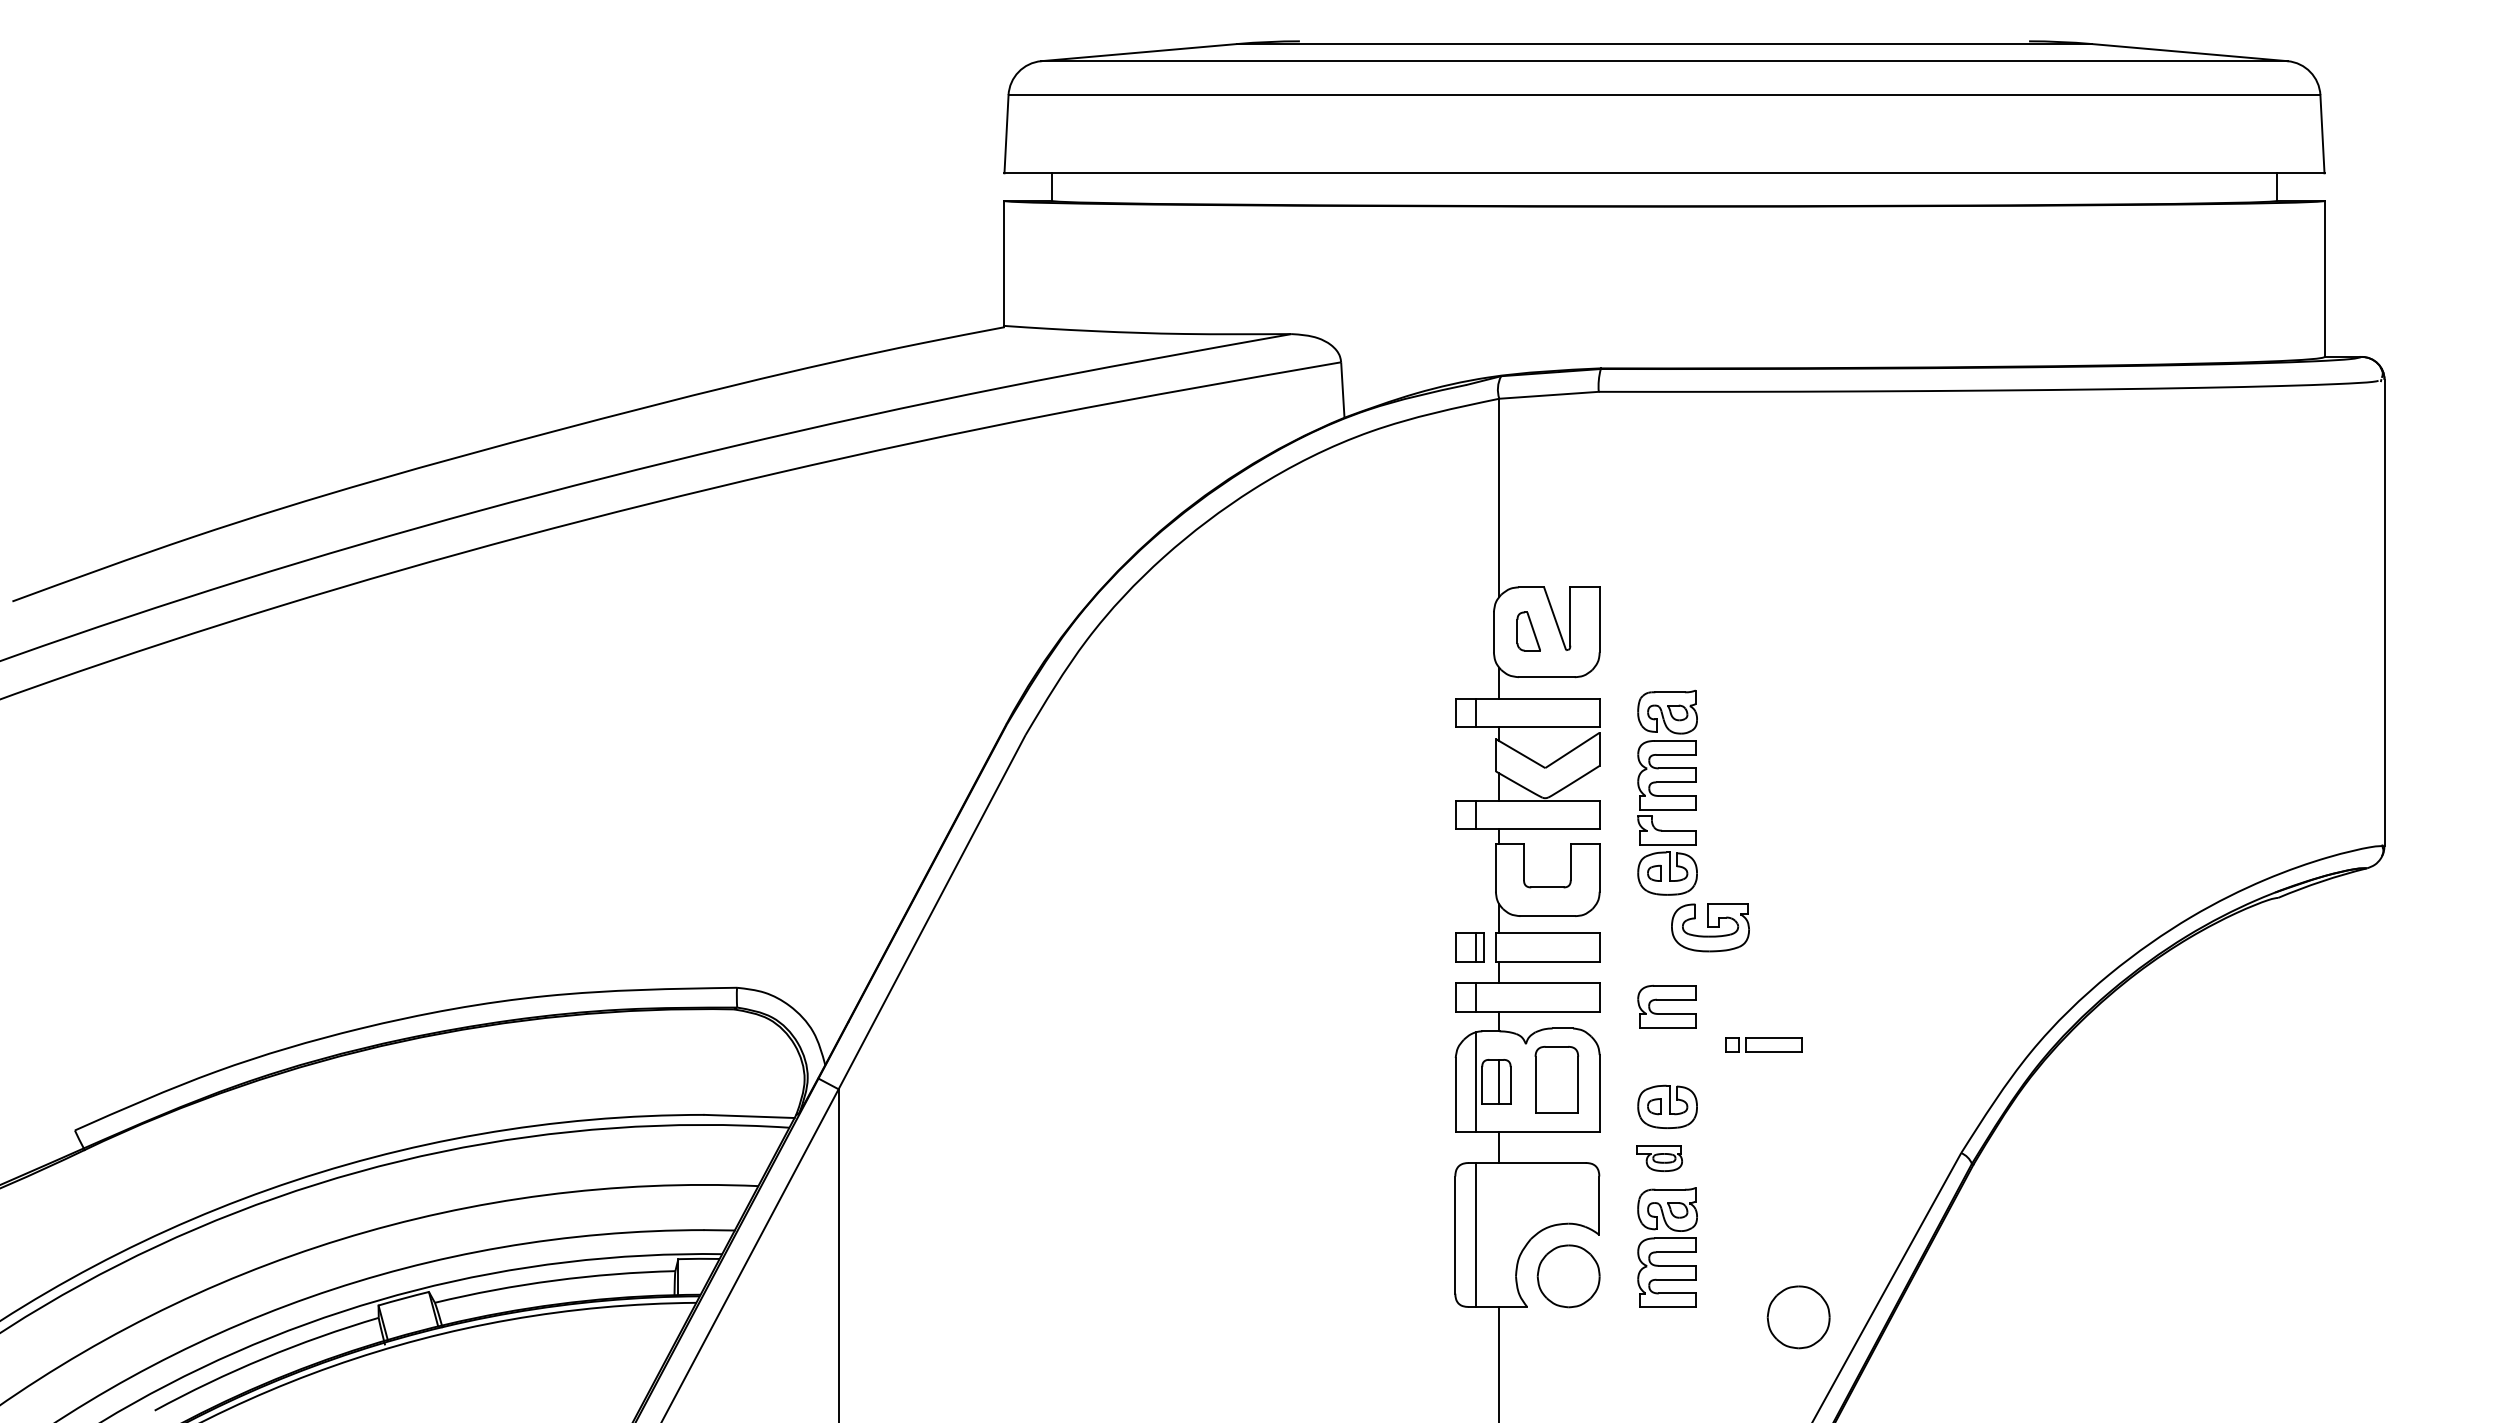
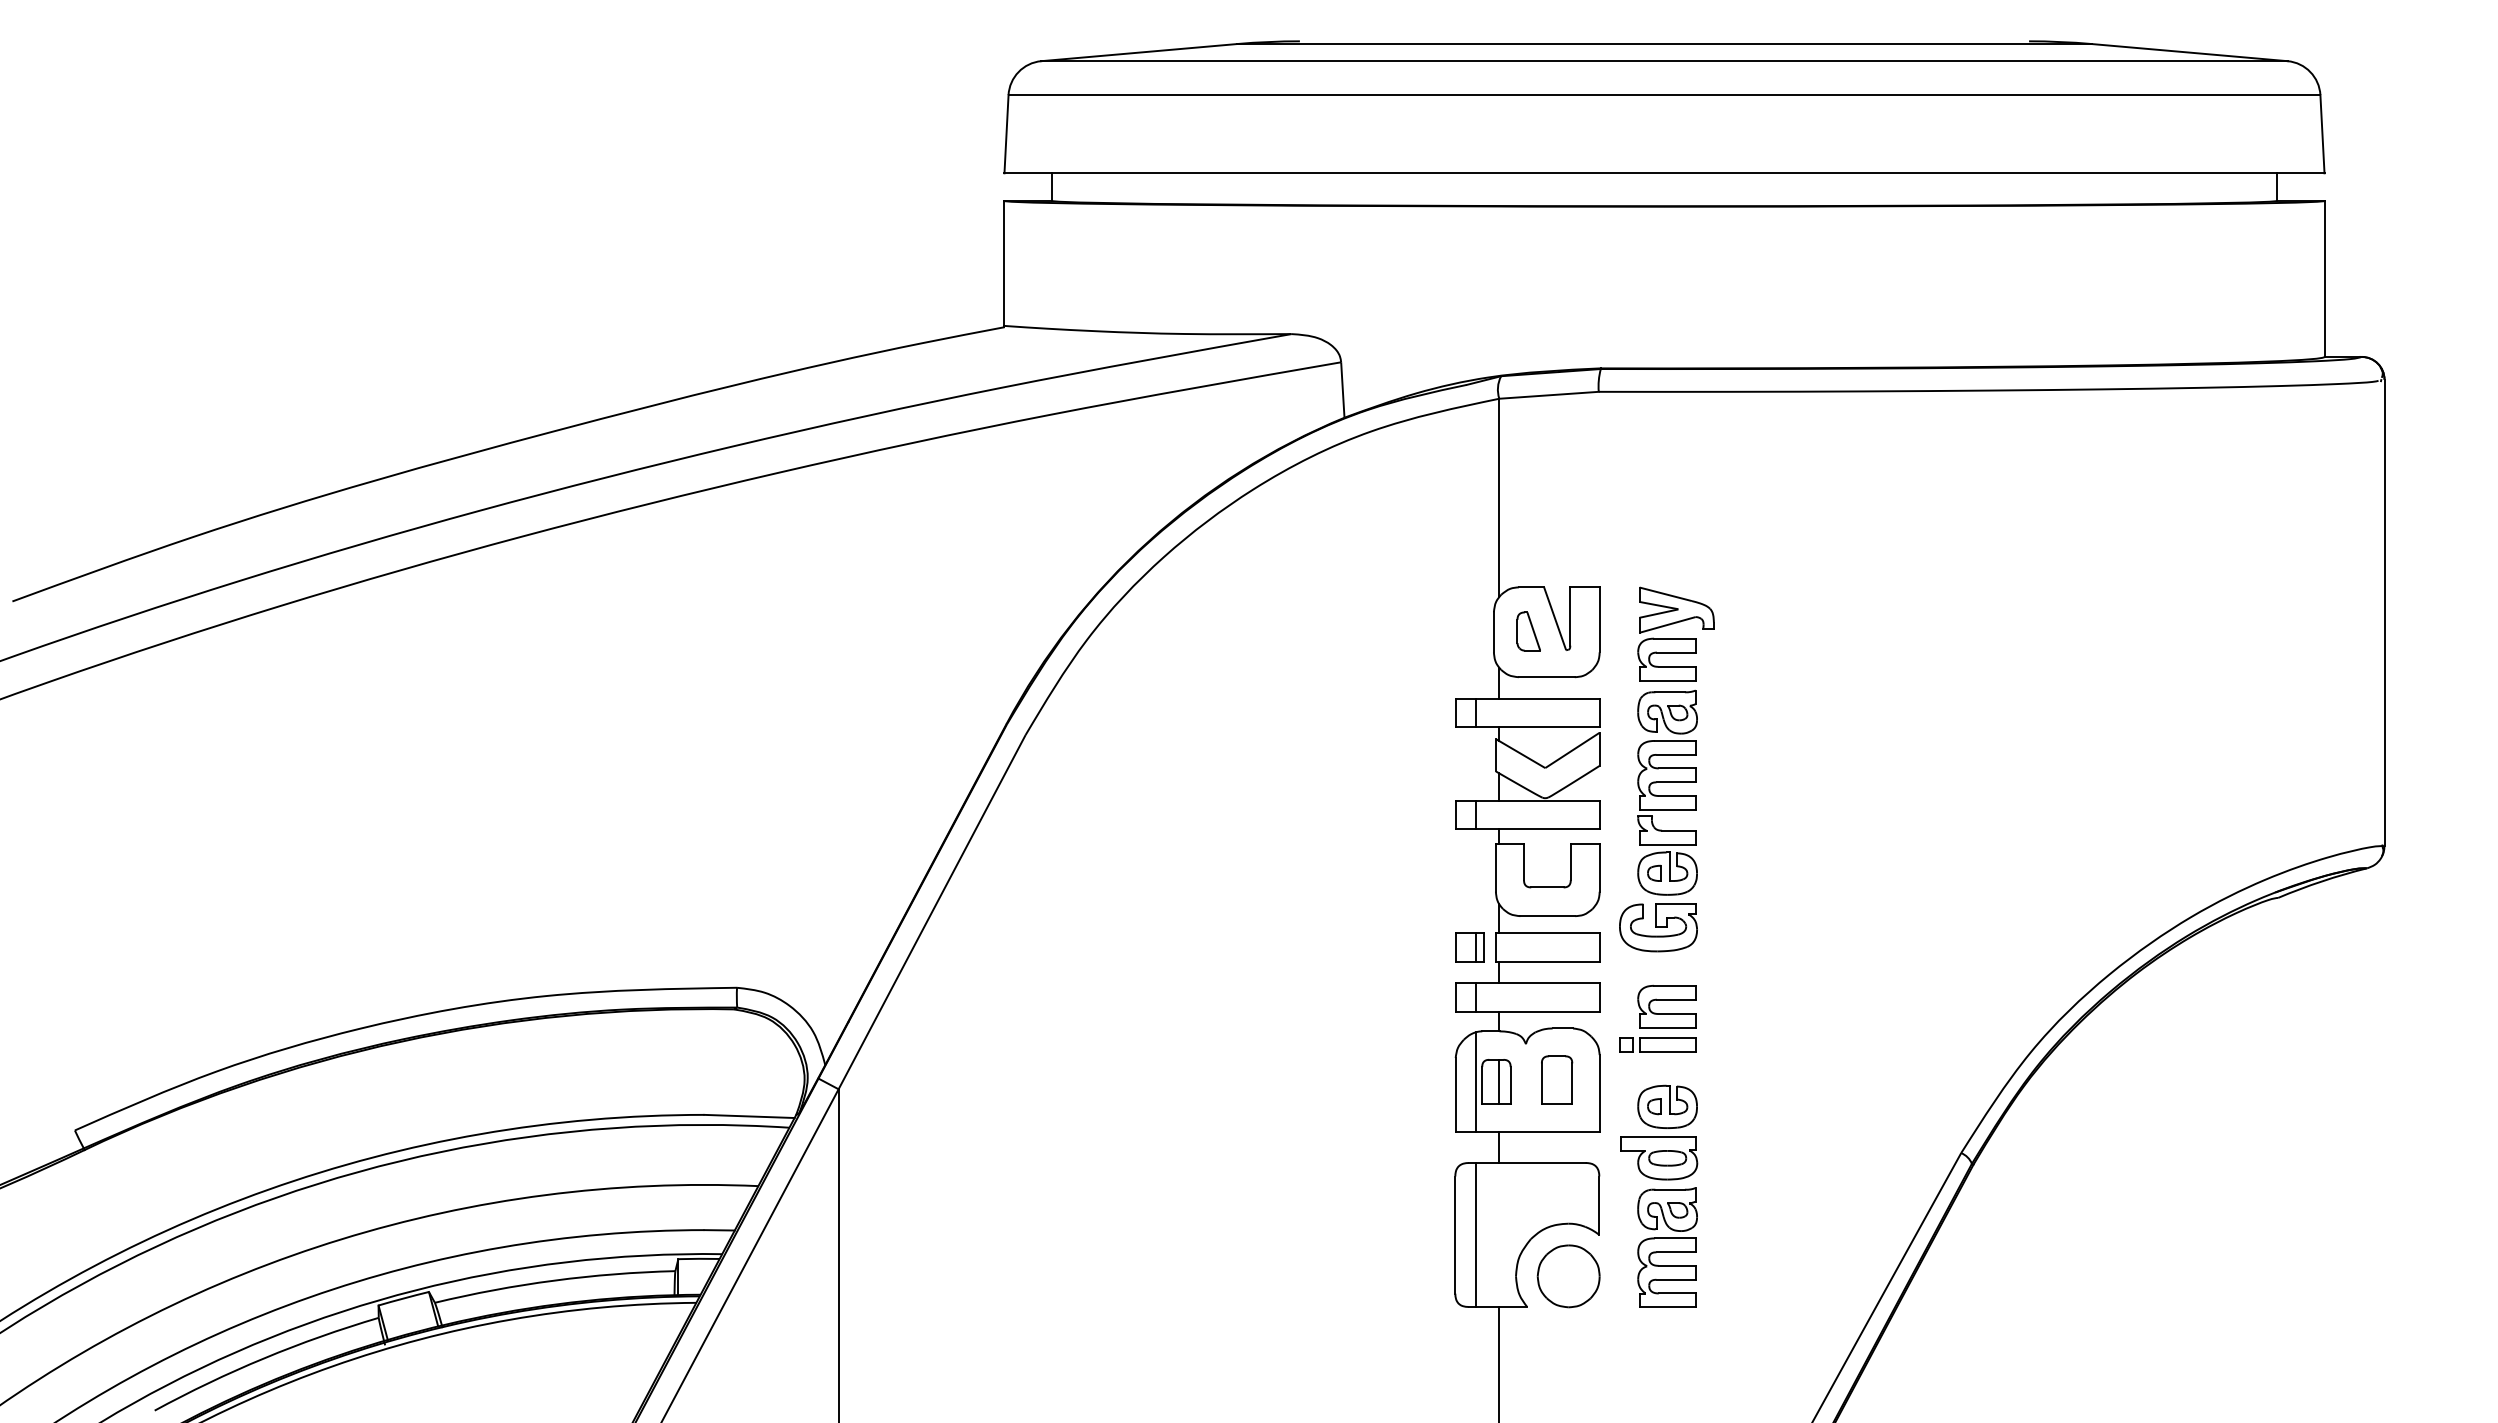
part at (1675, 633): none -> present
part at (1710, 927) position: (1710, 927) -> (1658, 927)
part at (1763, 1044) position: (1763, 1044) -> (1657, 1044)
part at (1556, 1079) size: 45x68 px -> 33x50 px
part at (1659, 1158) size: 47x27 px -> 79x45 px
part at (1798, 1317): present -> none
